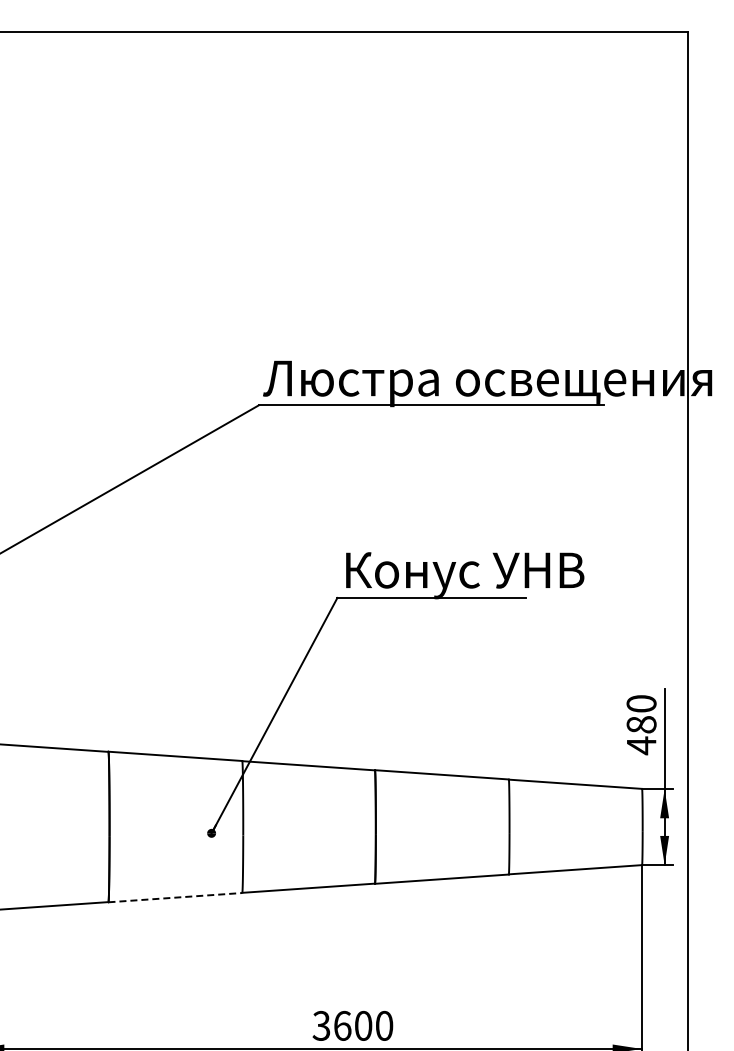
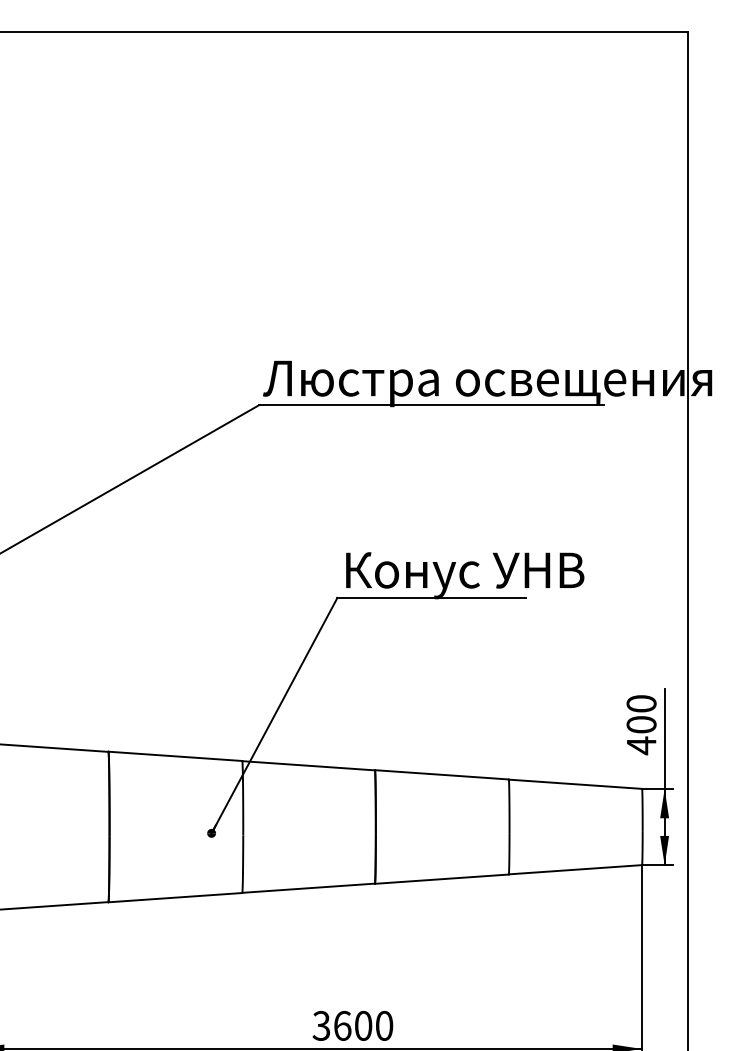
text at (641, 724): 480 -> 400
line at (175, 897): dashed -> solid
